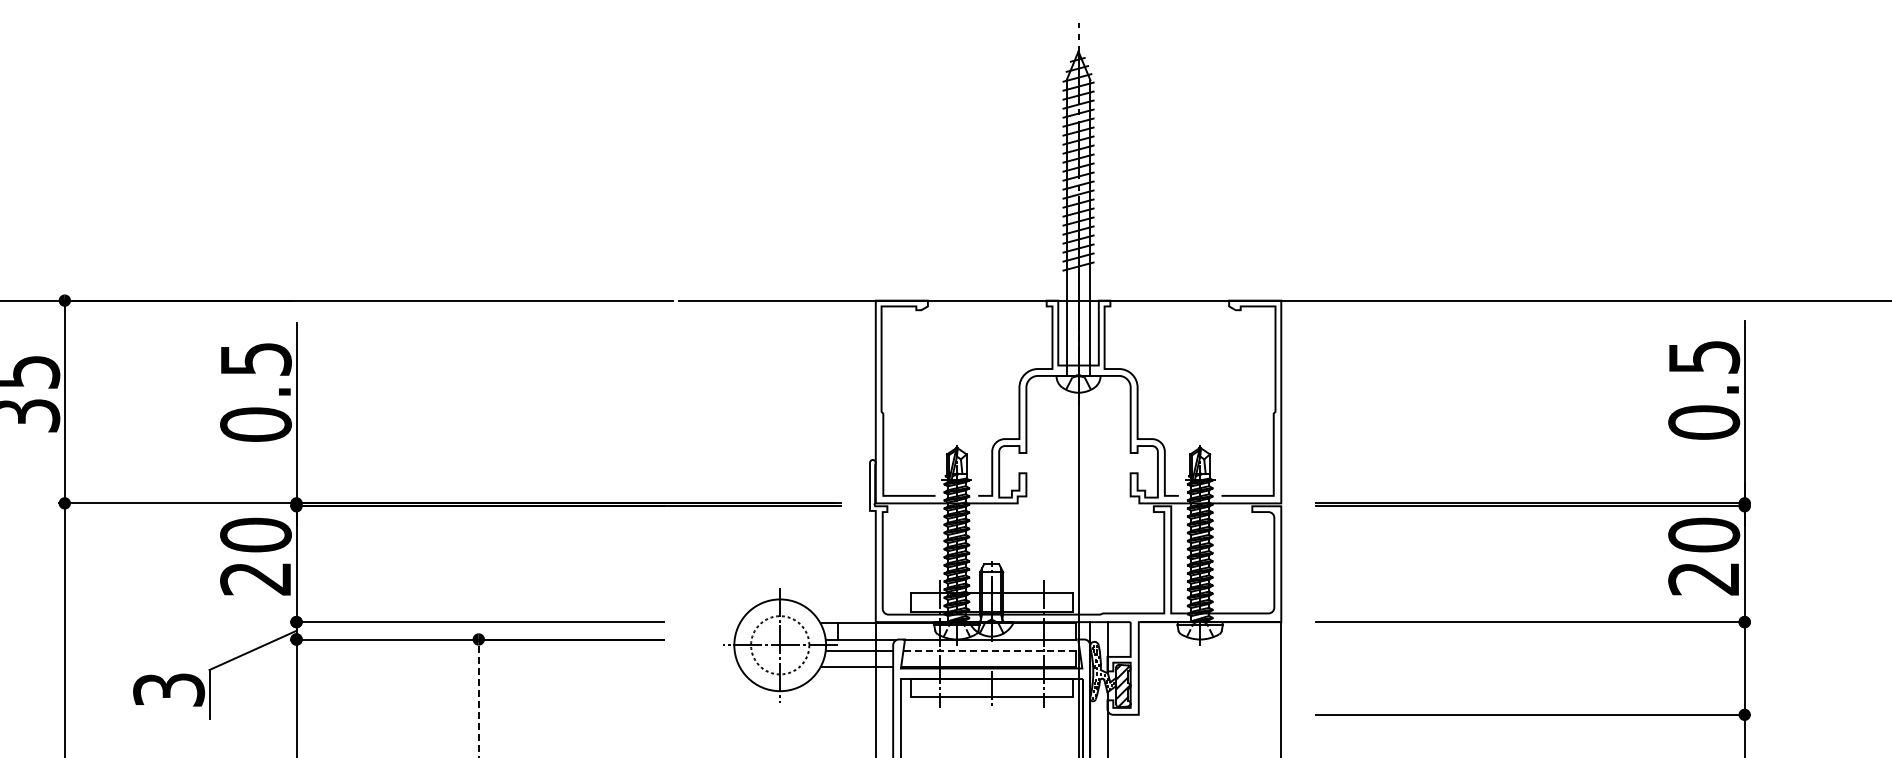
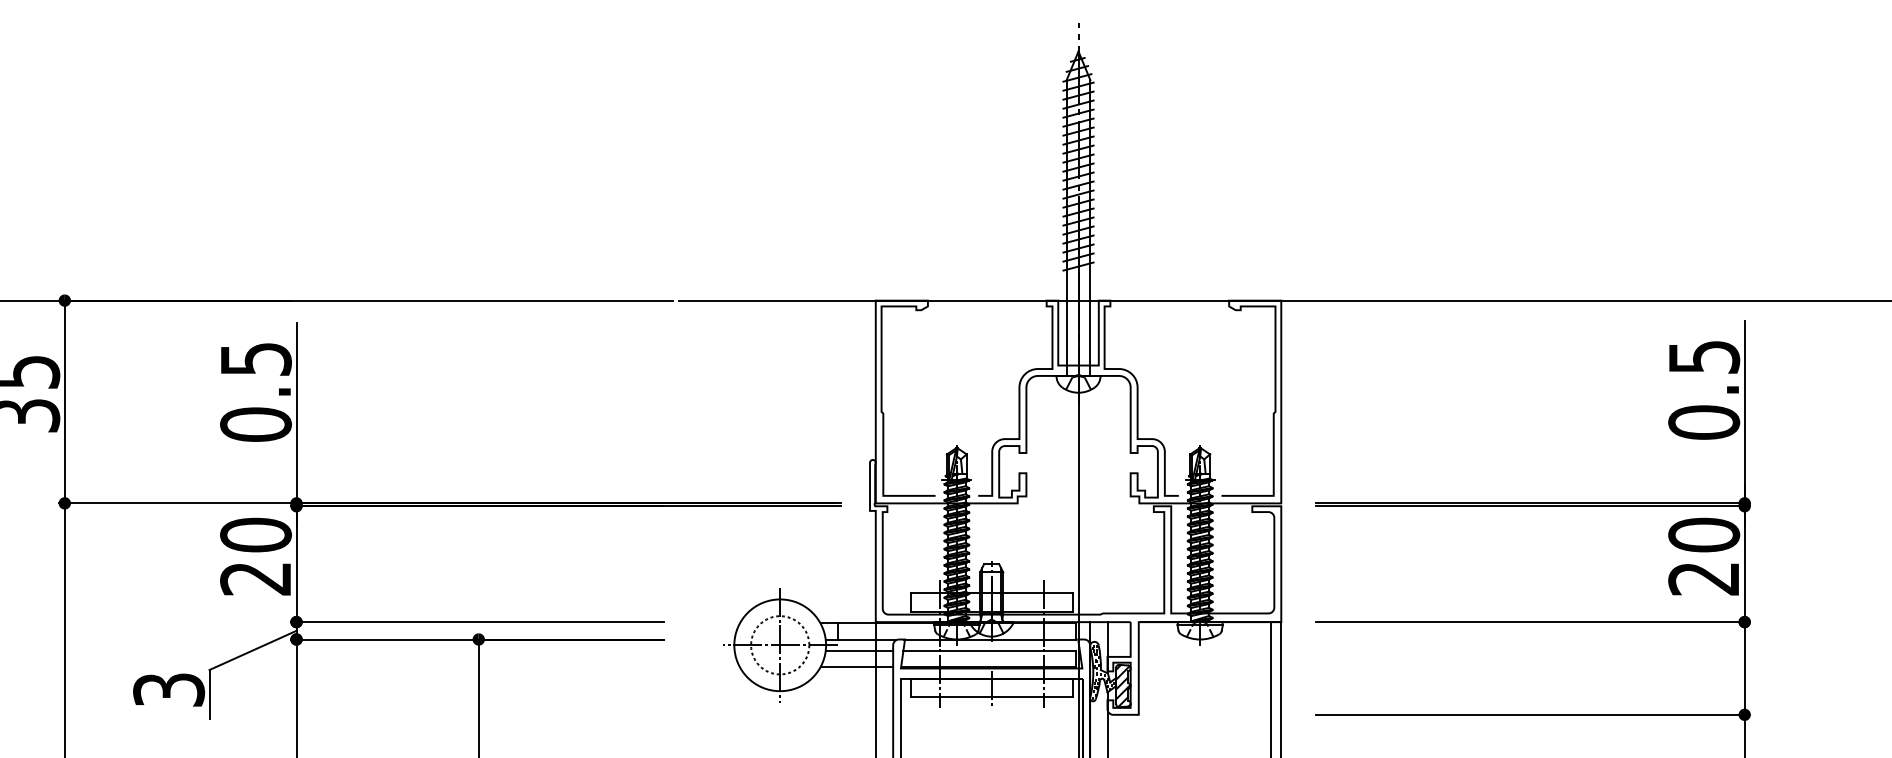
line at (989, 650): dashed -> solid
line at (1270, 688): none -> present
line at (478, 698): dashed -> solid
